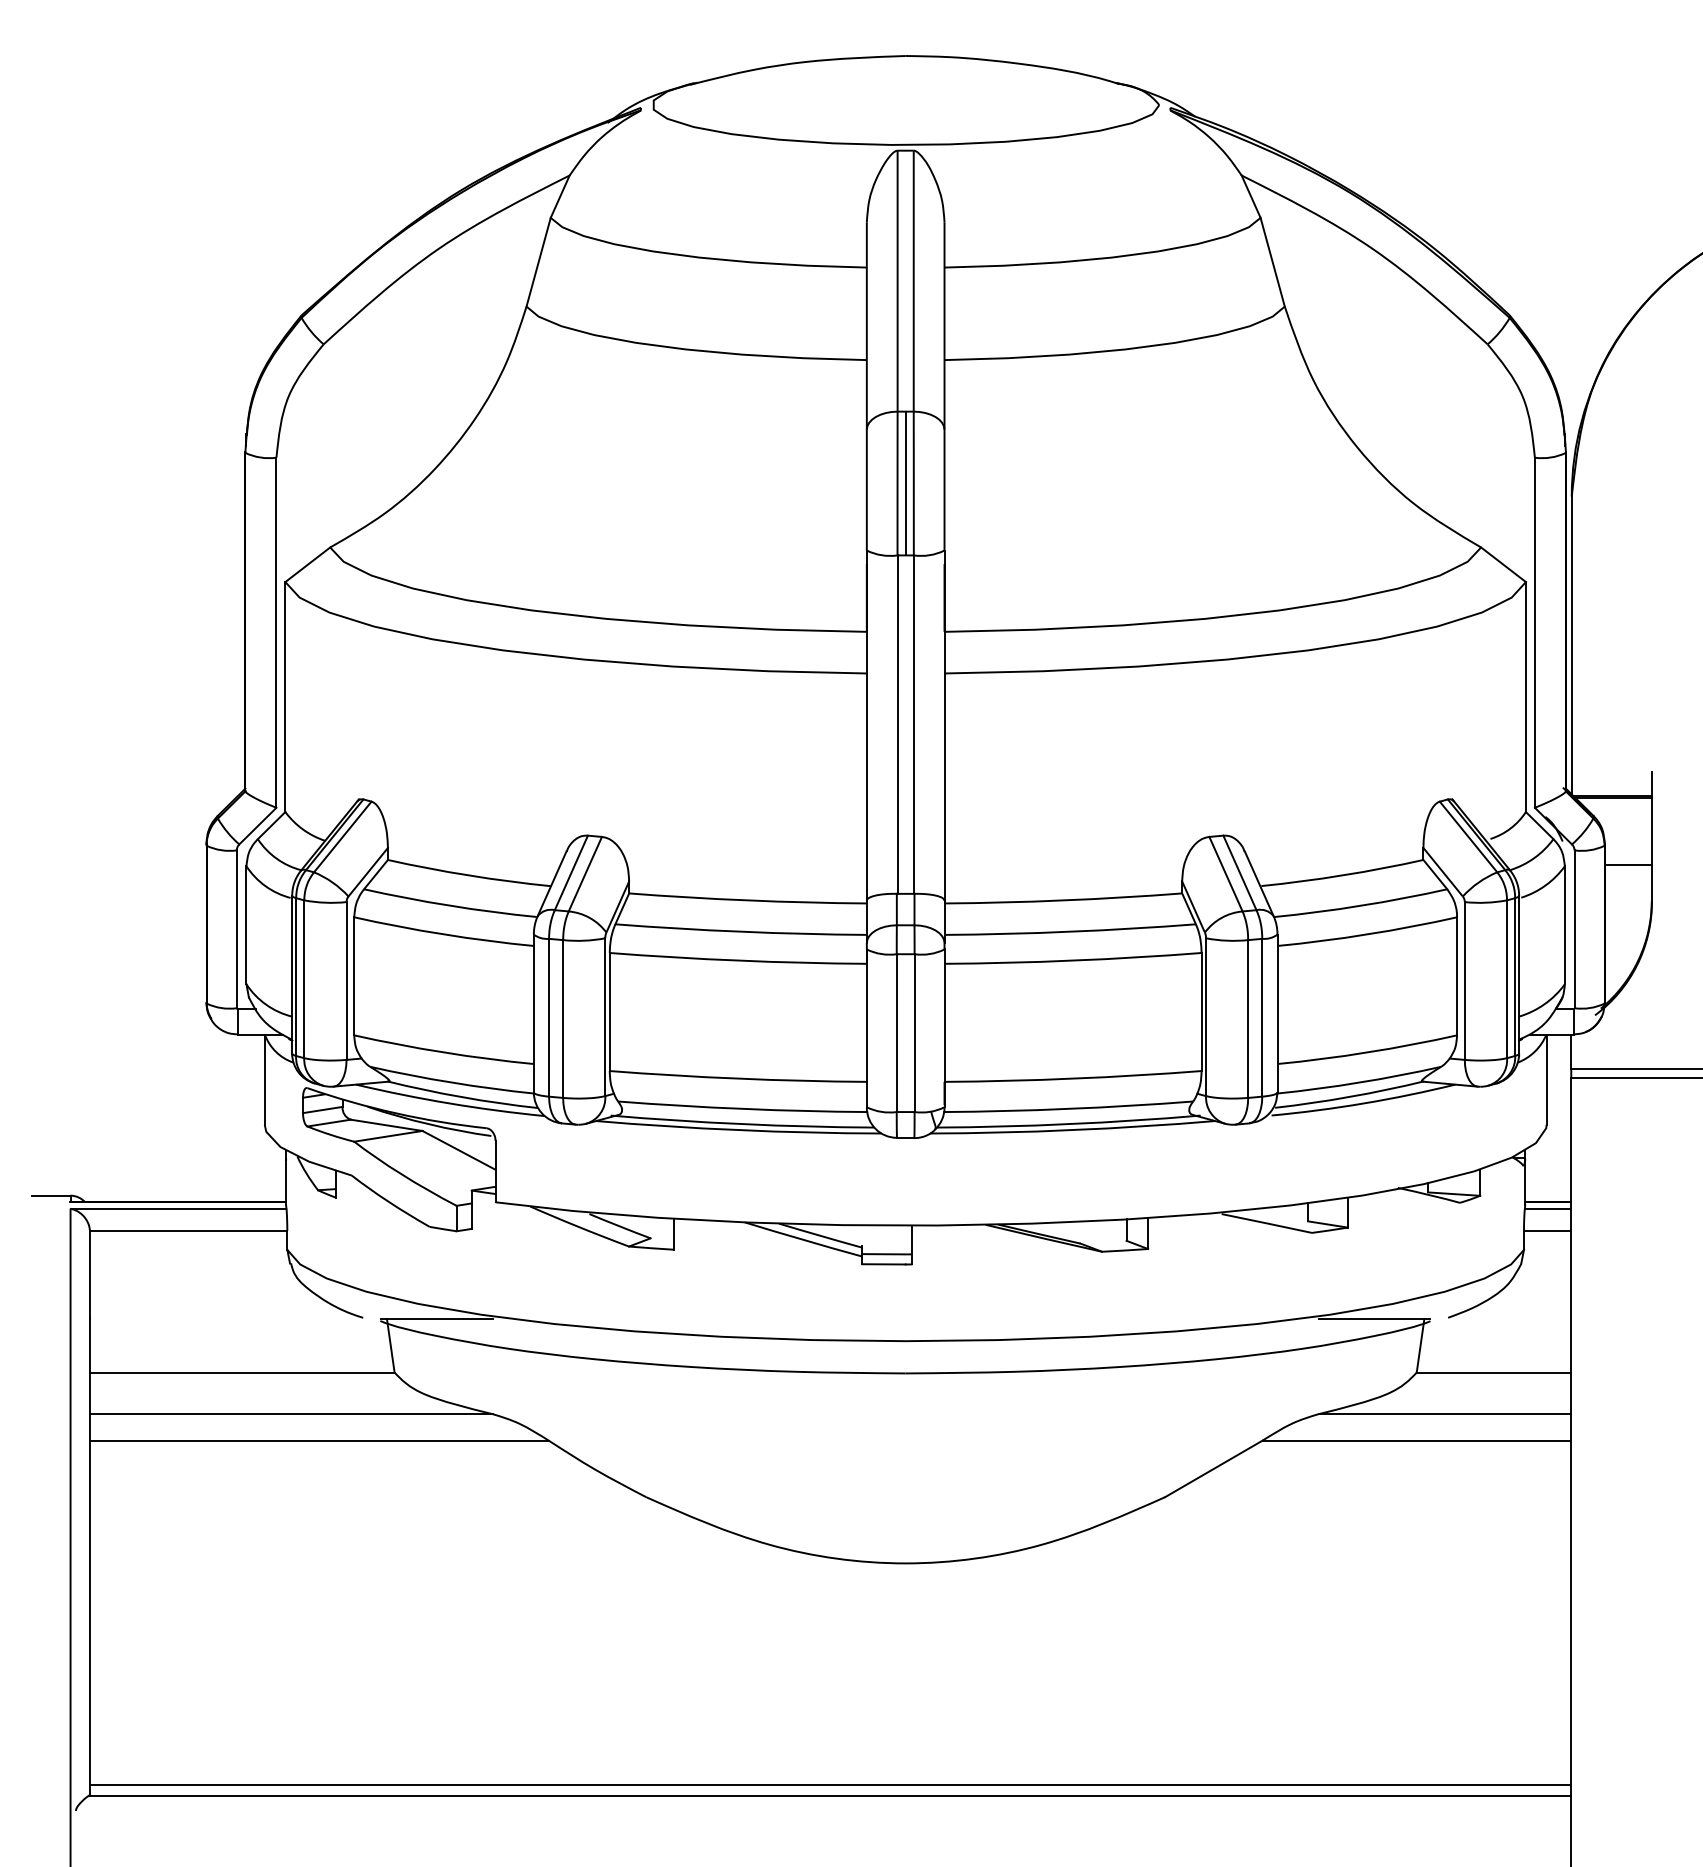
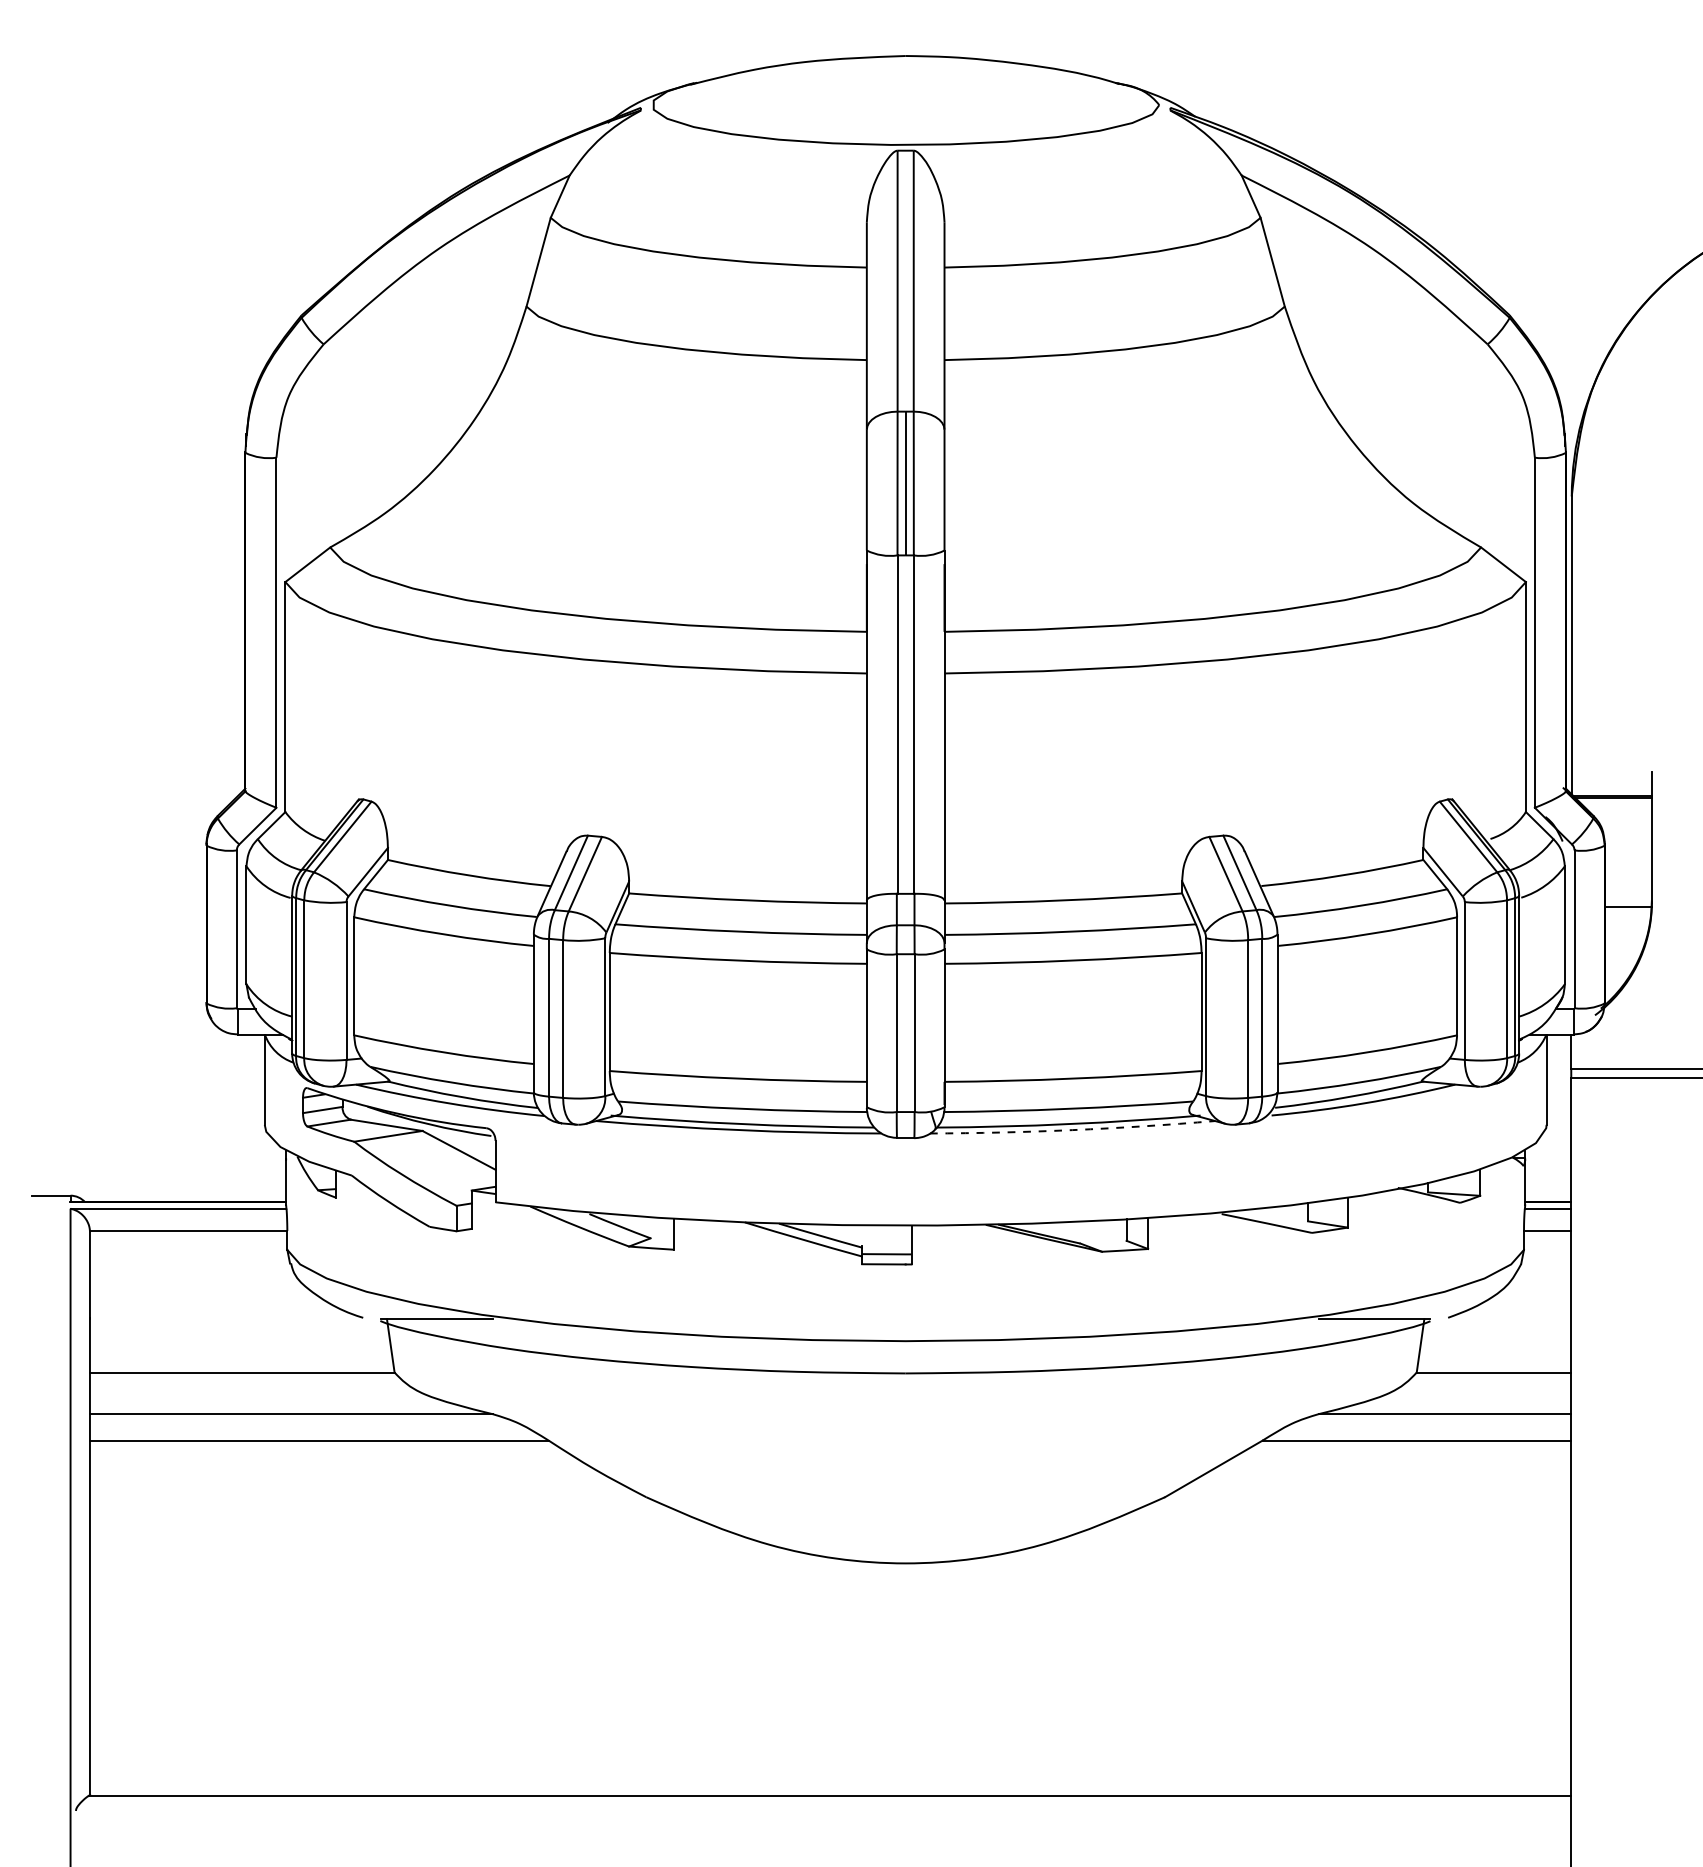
line at (1627, 865) position: (1627, 865) -> (1627, 907)
arc at (1072, 1130): solid -> dashed
line at (830, 1784): present -> none
